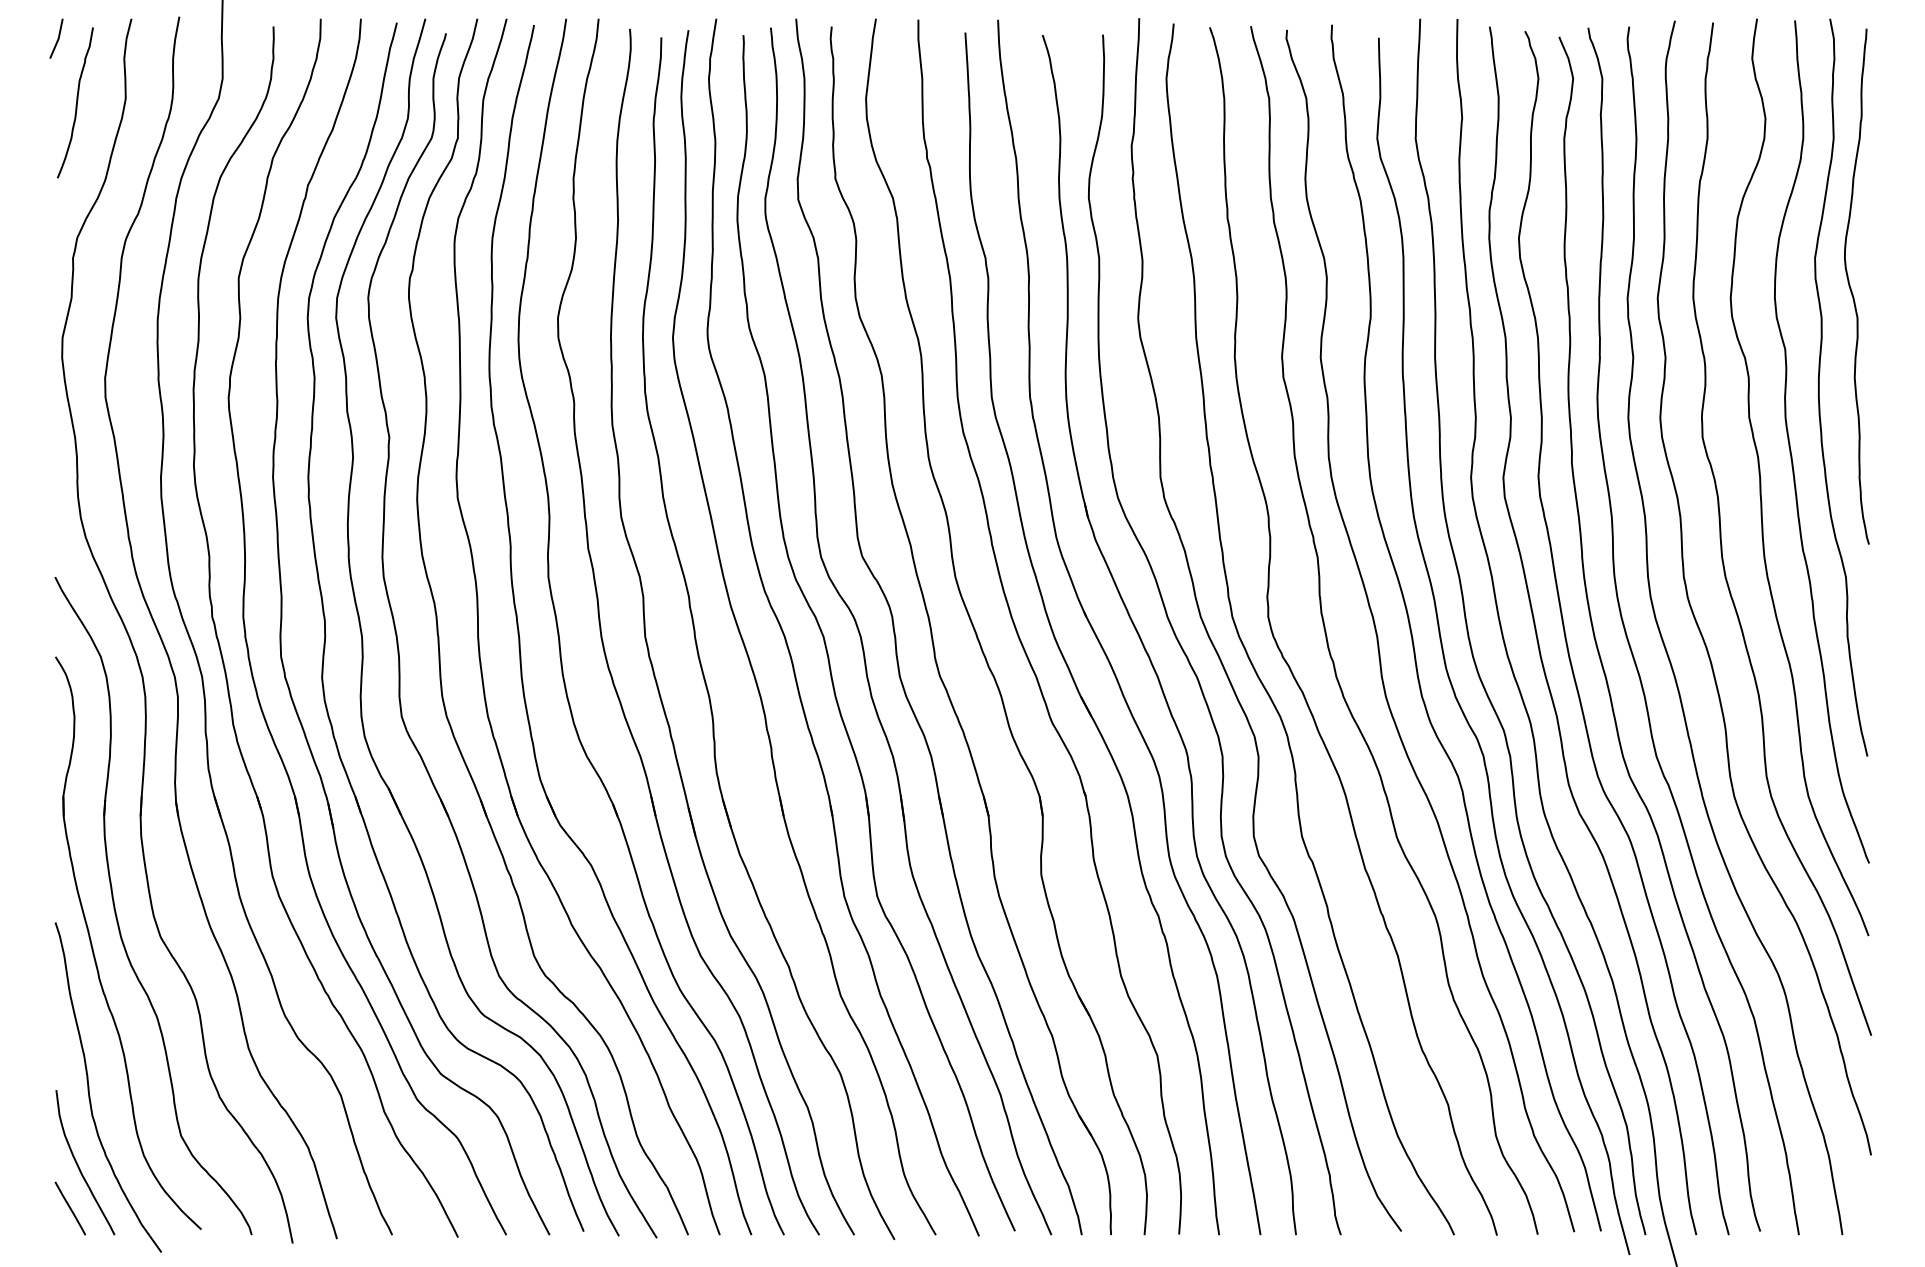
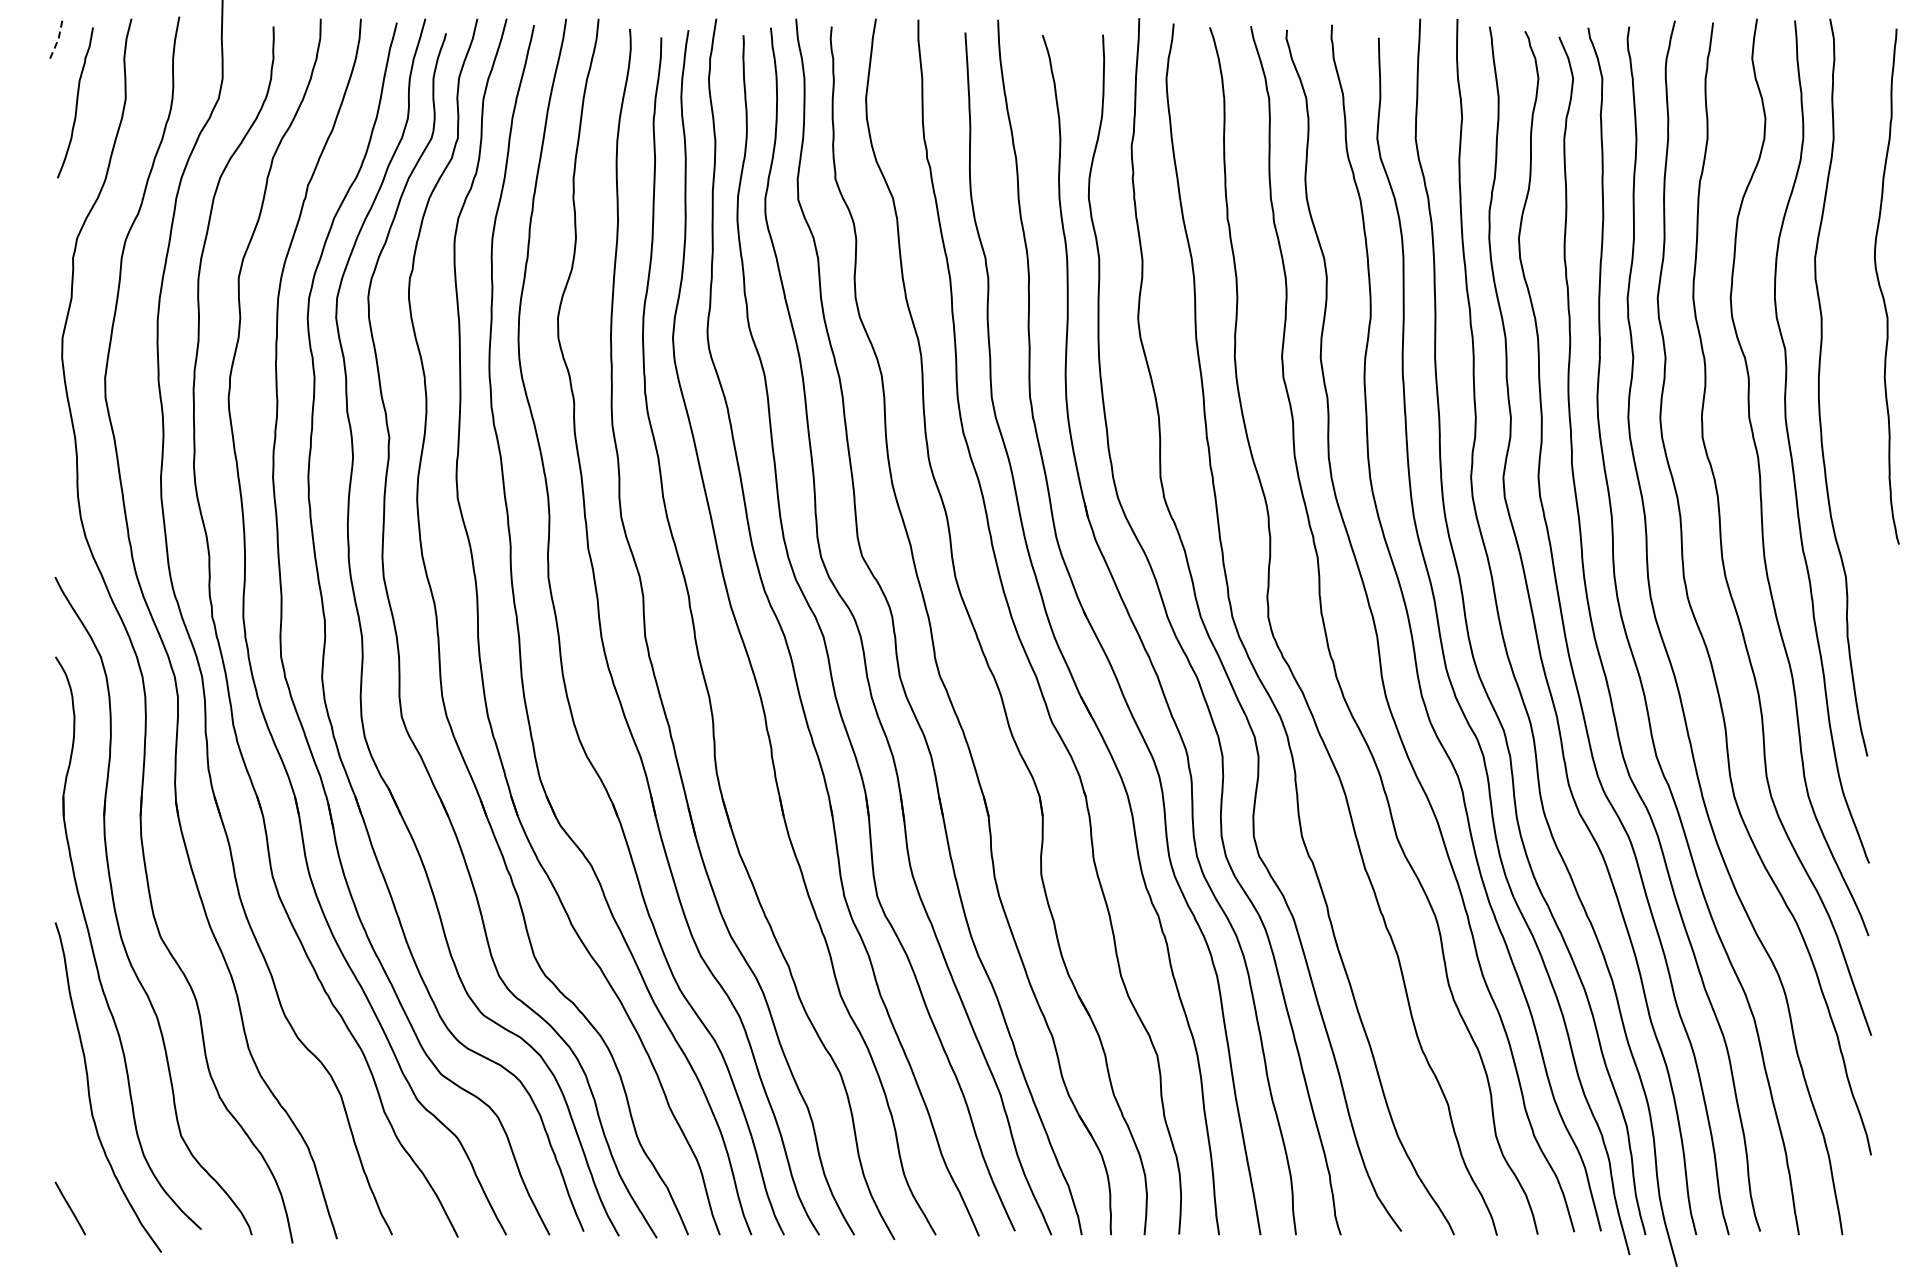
line at (58, 38): solid -> dashed
curve at (1851, 288) position: (1851, 288) -> (1881, 288)
curve at (79, 1166): present -> none
